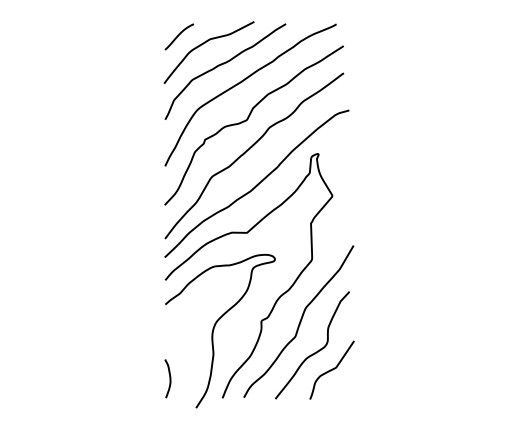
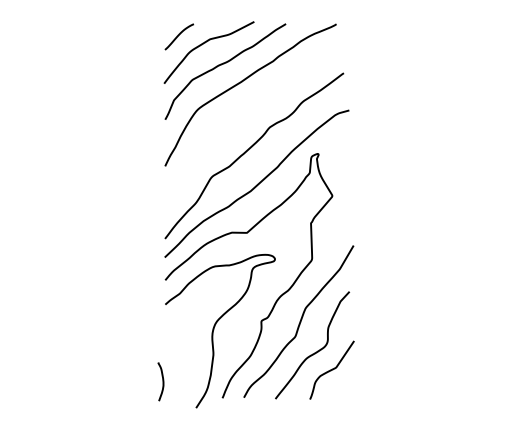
curve at (248, 119): present -> none
curve at (169, 378) position: (169, 378) -> (162, 381)
